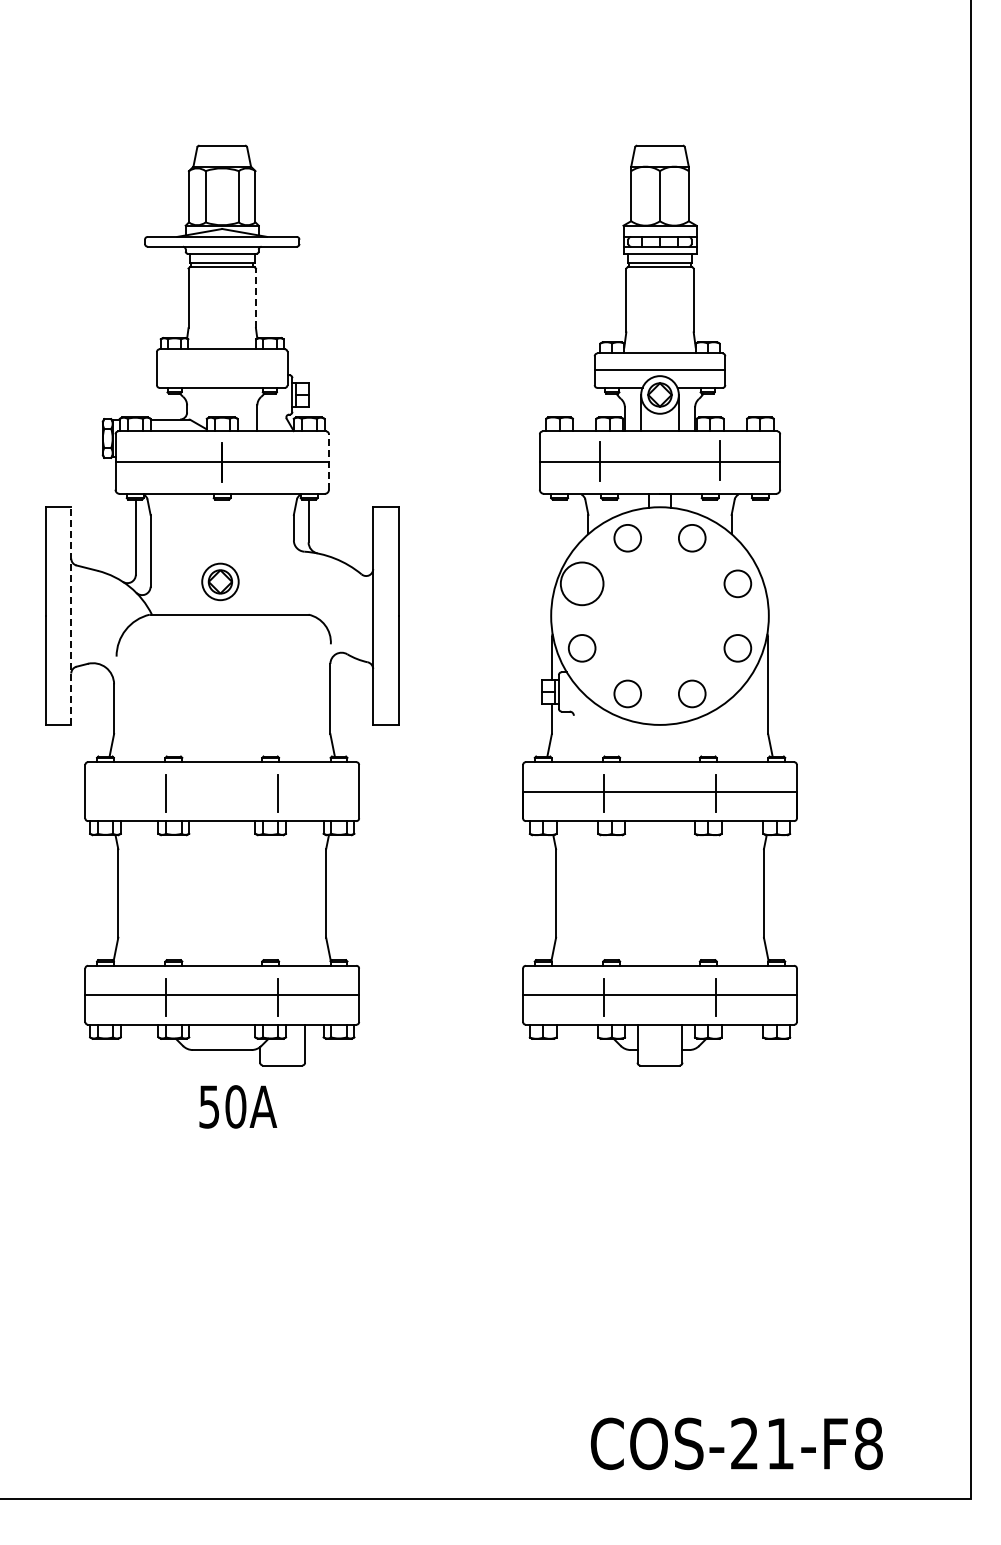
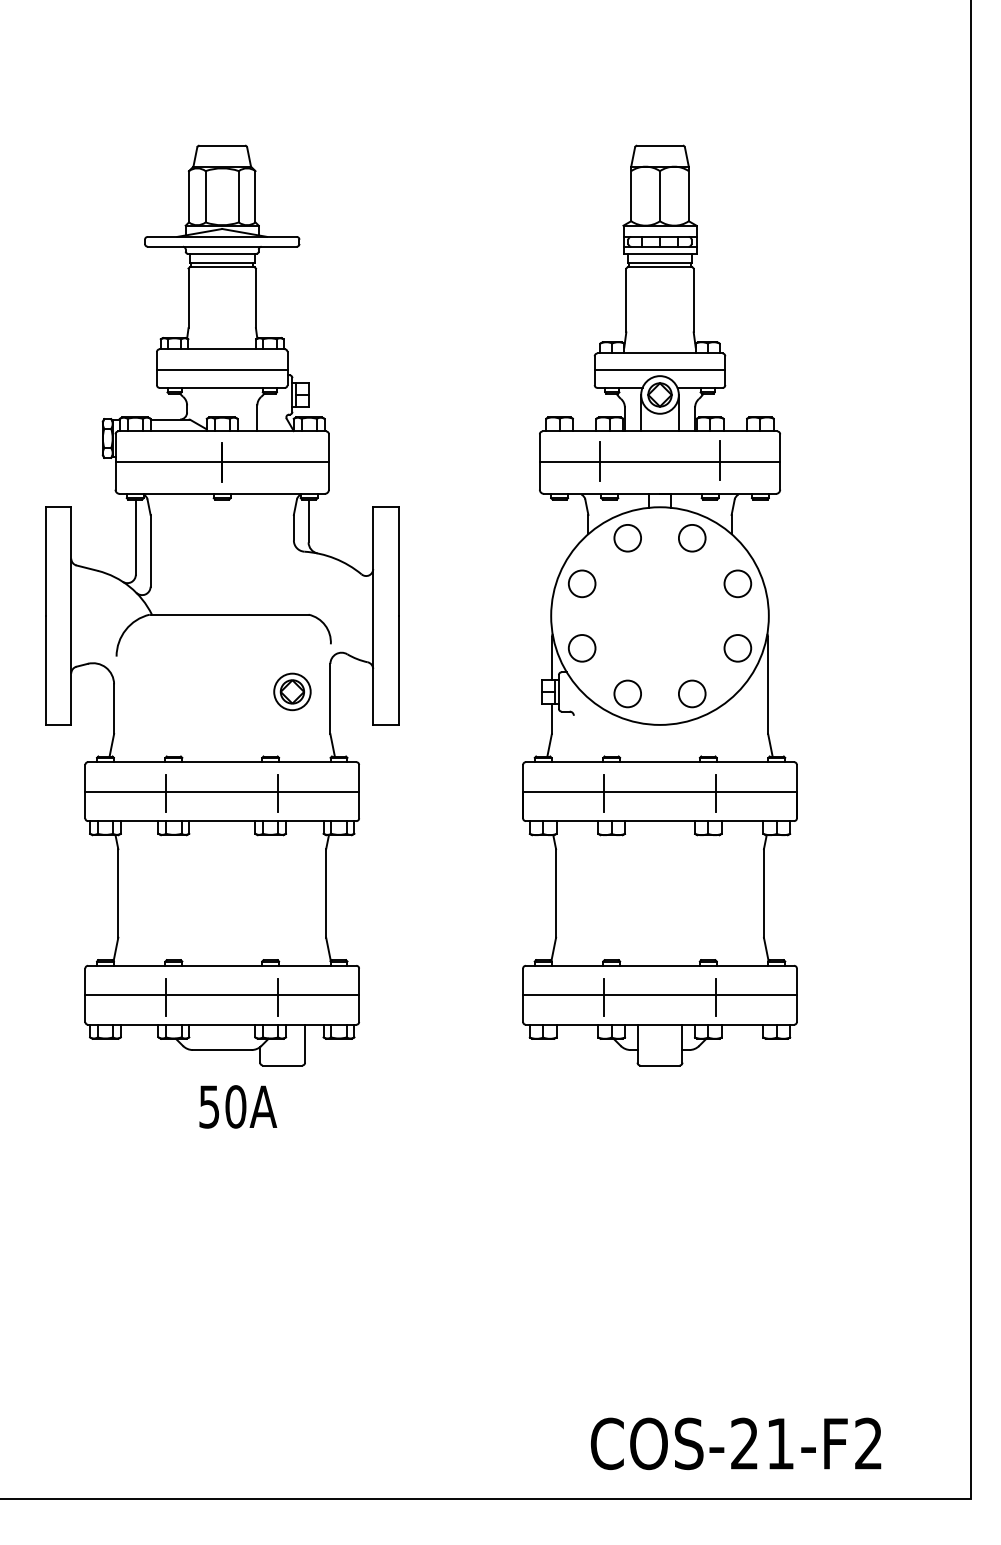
line at (255, 298): dashed -> solid
line at (221, 370): none -> present
line at (328, 462): dashed -> solid
part at (220, 581) position: (220, 581) -> (292, 691)
circle at (581, 583) diameter: 43 px -> 27 px
line at (71, 616): dashed -> solid
line at (222, 791): none -> present
text at (868, 1443): COS-21-F8 -> COS-21-F2
